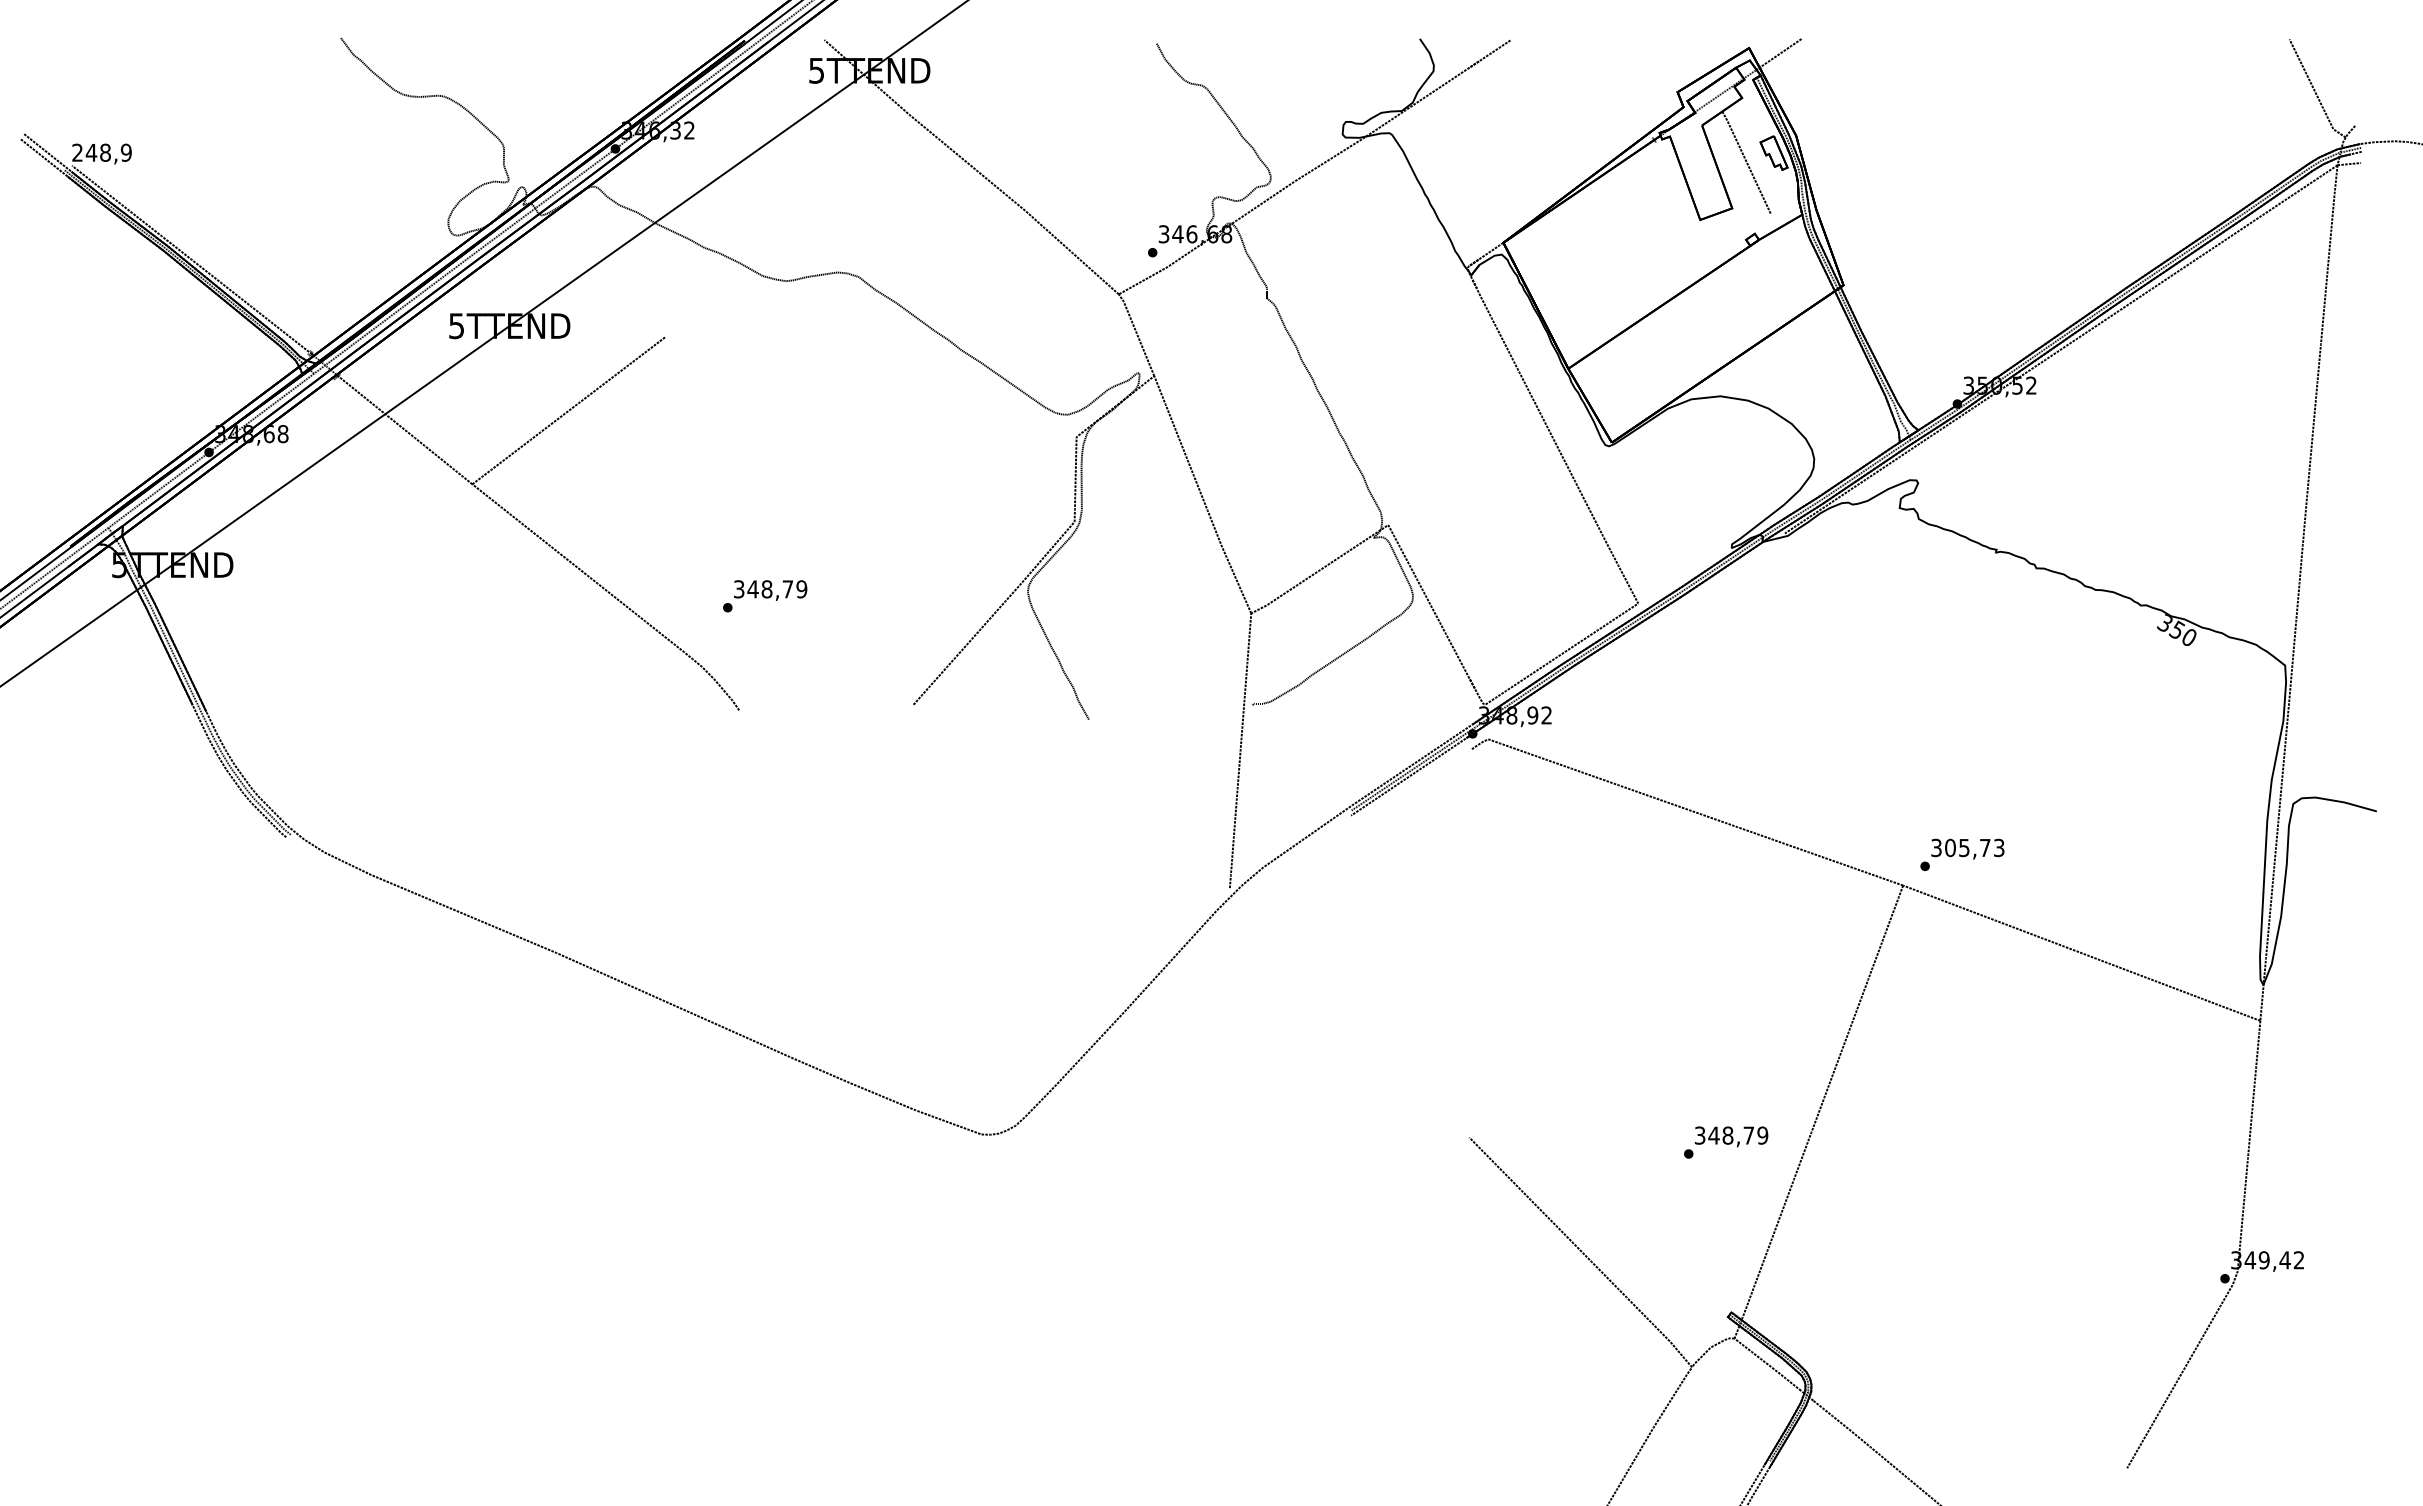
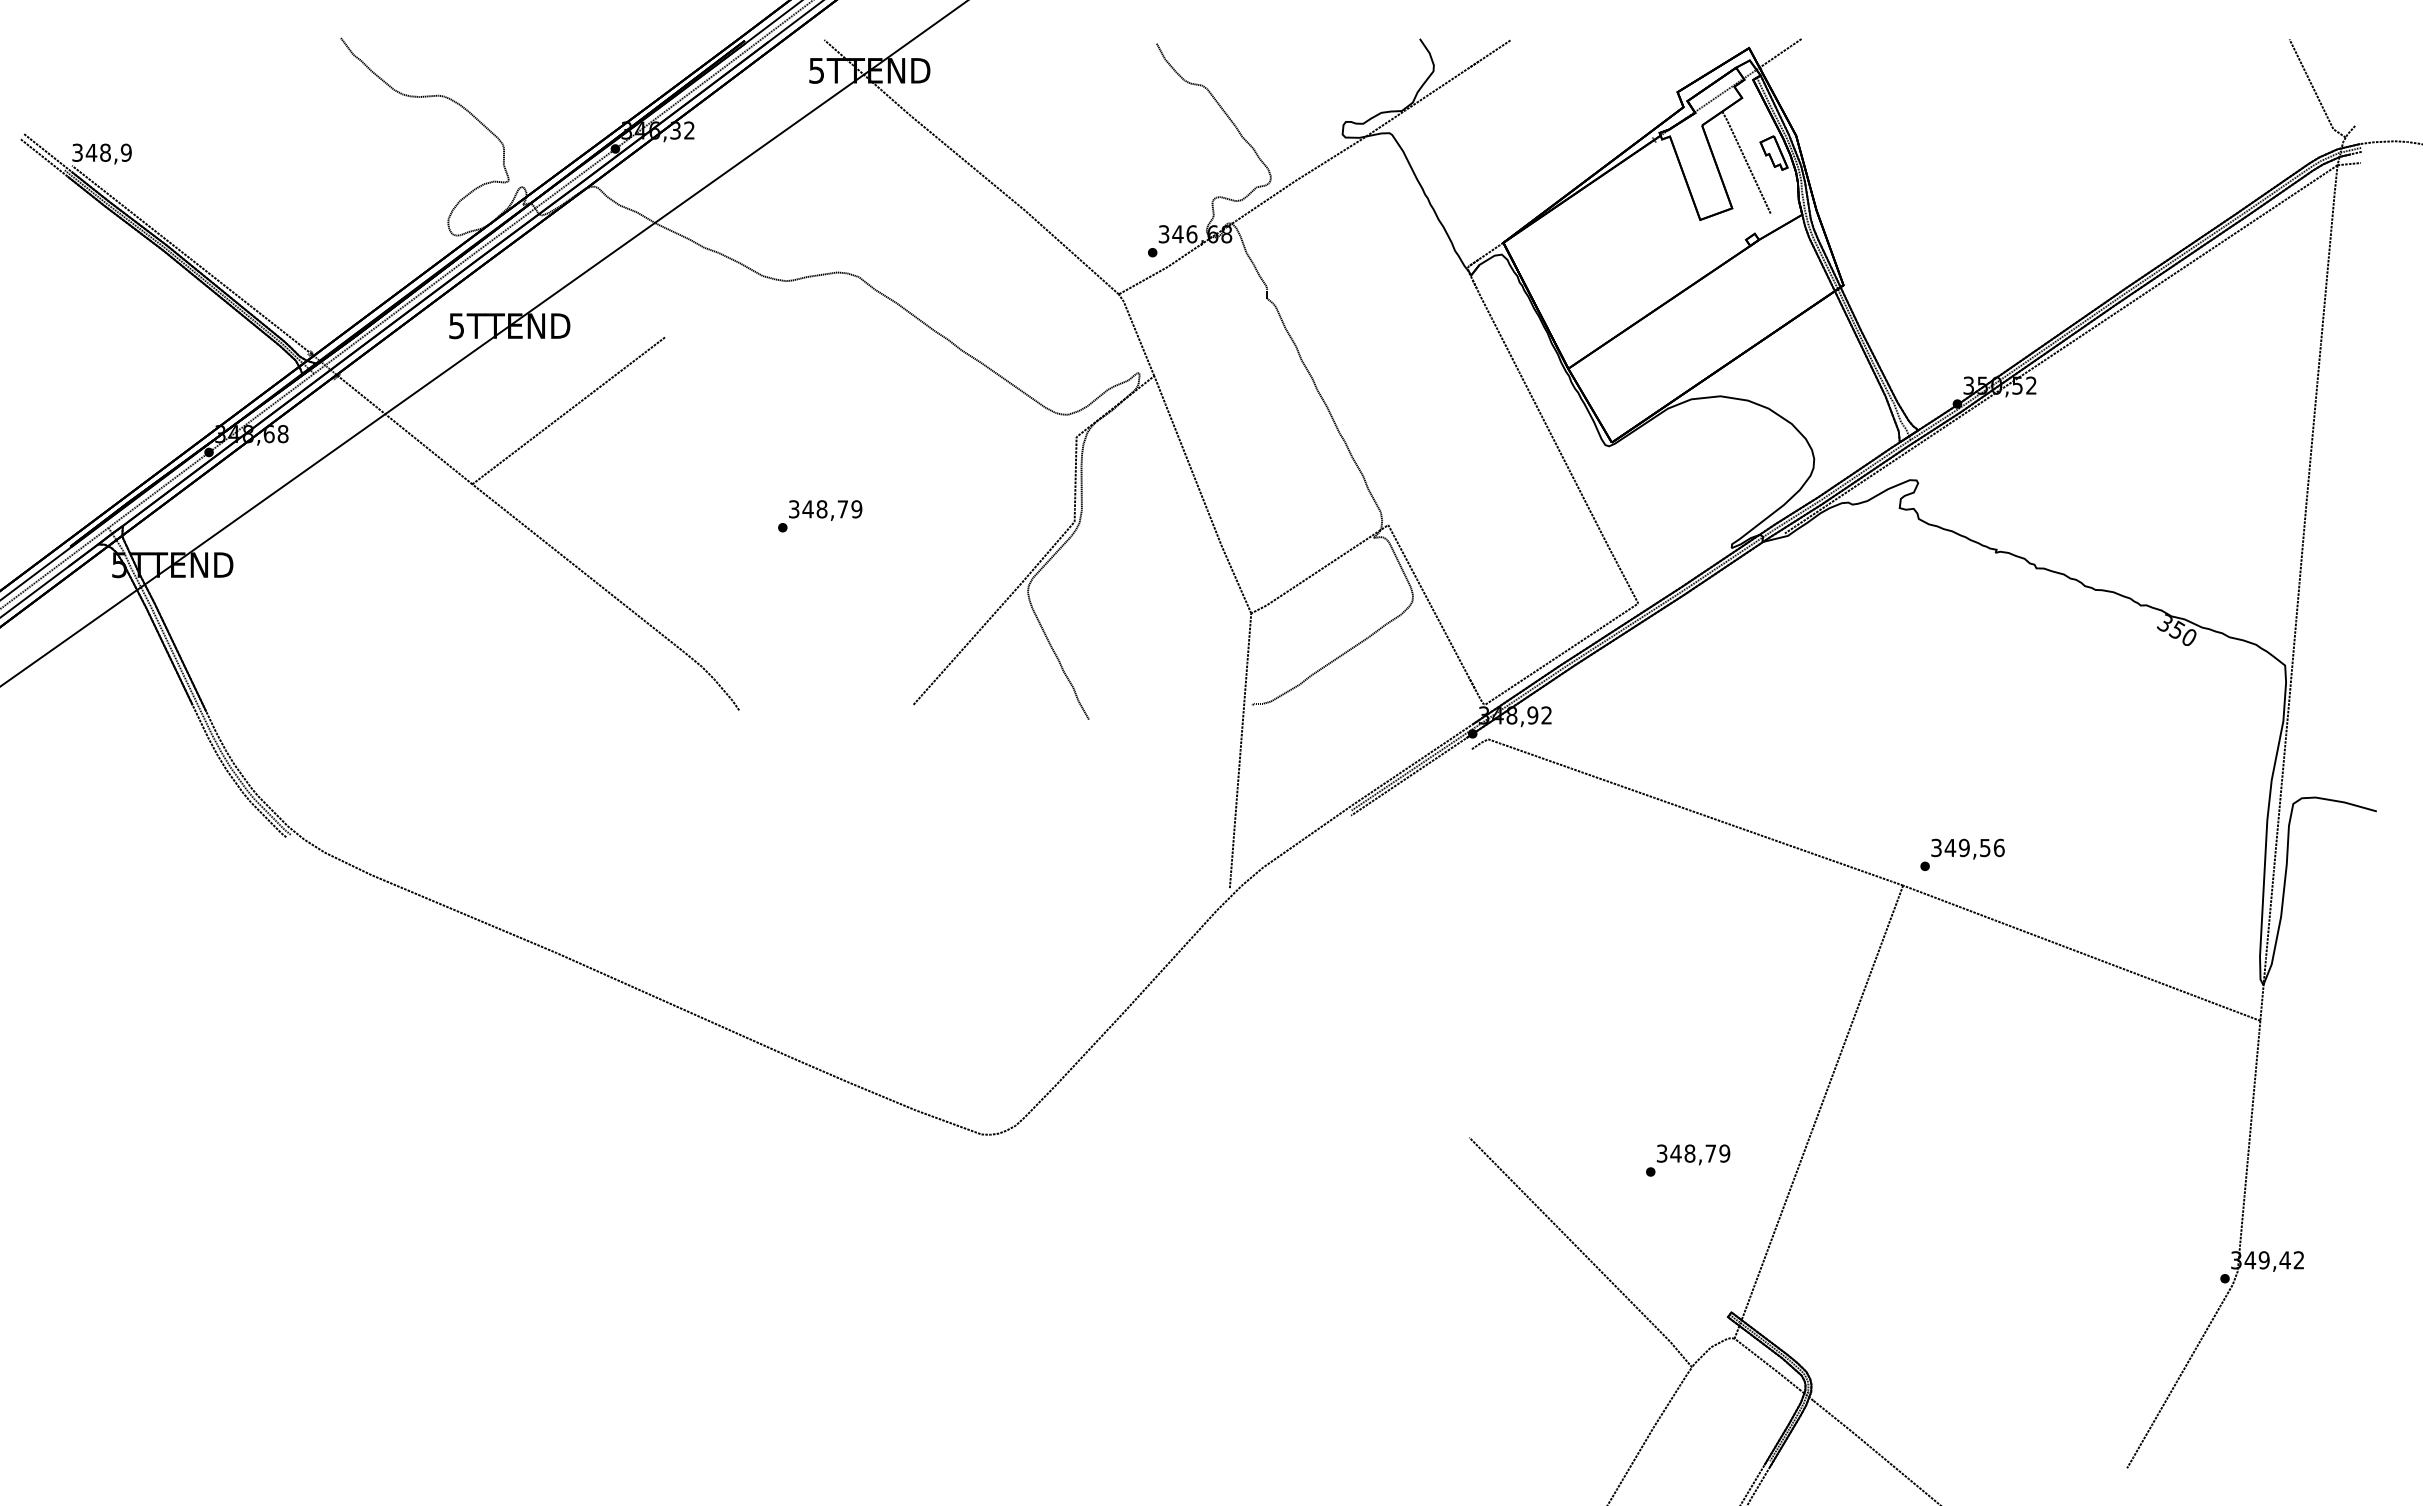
text at (77, 152): 248,9 -> 348,9
text at (765, 596) position: (765, 596) -> (820, 516)
text at (1974, 847): 305,73 -> 349,56
text at (1726, 1142) position: (1726, 1142) -> (1688, 1160)
